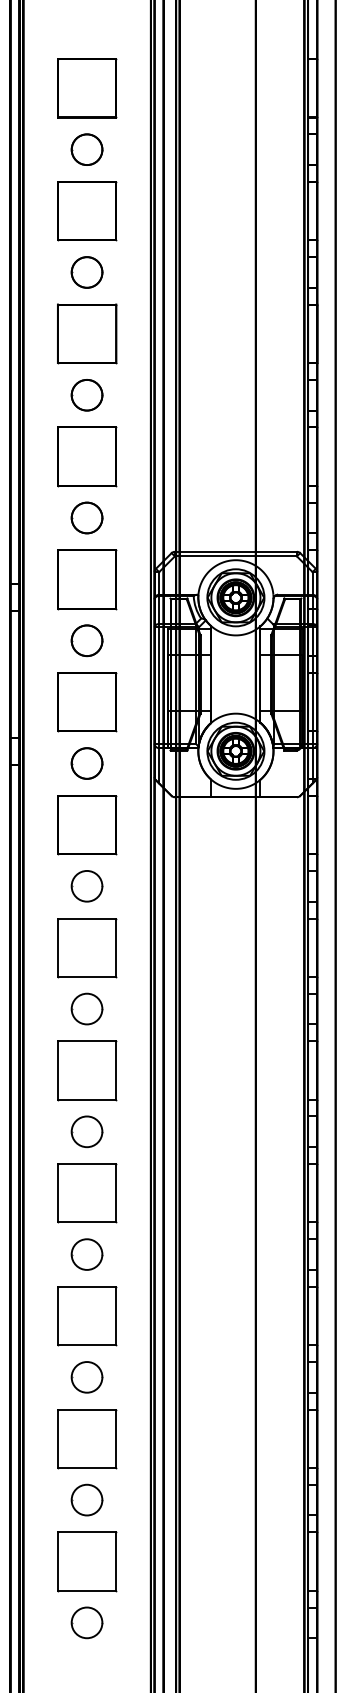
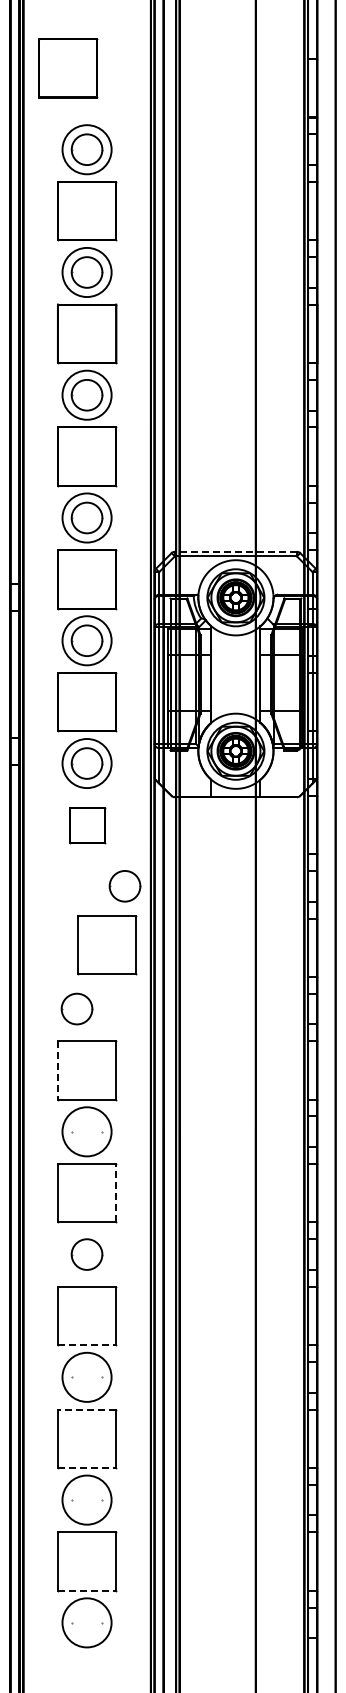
part at (87, 88) position: (87, 88) -> (68, 68)
circle at (86, 149) diameter: 31 px -> 49 px
circle at (86, 272) diameter: 31 px -> 49 px
circle at (86, 394) diameter: 31 px -> 49 px
circle at (86, 517) diameter: 31 px -> 49 px
line at (235, 551): solid -> dashed
circle at (86, 640) diameter: 31 px -> 49 px
circle at (86, 763) diameter: 31 px -> 49 px
part at (87, 825) size: 61x61 px -> 38x38 px
part at (86, 886) position: (86, 886) -> (124, 886)
part at (87, 948) position: (87, 948) -> (107, 945)
part at (86, 1008) position: (86, 1008) -> (76, 1008)
line at (57, 1070): solid -> dashed
circle at (86, 1131) diameter: 31 px -> 49 px
line at (116, 1192): solid -> dashed
line at (87, 1345): solid -> dashed
circle at (86, 1377) diameter: 31 px -> 49 px
line at (86, 1409): solid -> dashed
line at (87, 1467): solid -> dashed
circle at (86, 1499) diameter: 31 px -> 49 px
line at (87, 1590): solid -> dashed
circle at (86, 1622) diameter: 31 px -> 49 px
